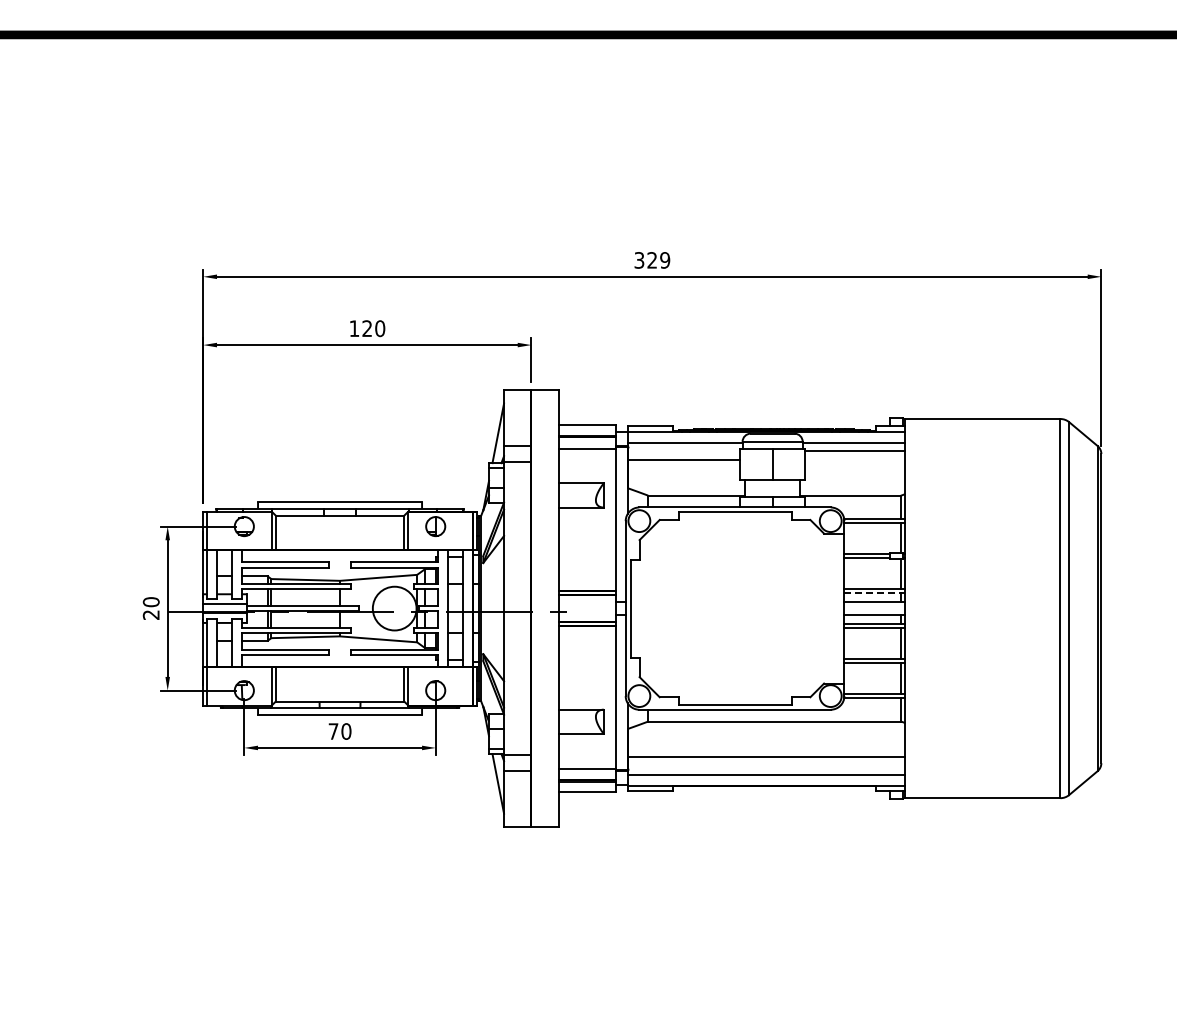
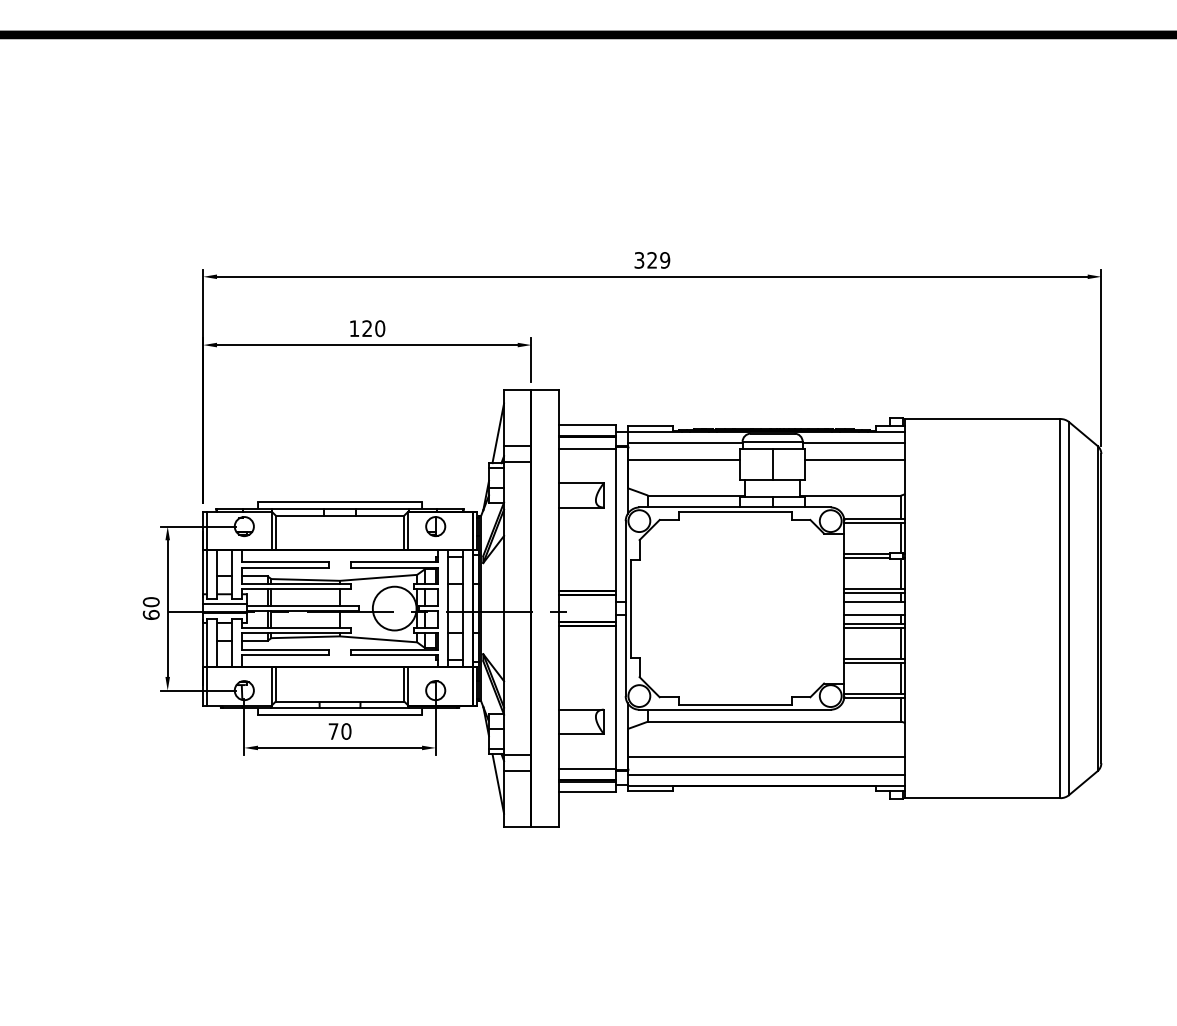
line at (854, 451) position: (854, 451) -> (854, 460)
line at (874, 593): dashed -> solid
text at (150, 614): 20 -> 60
